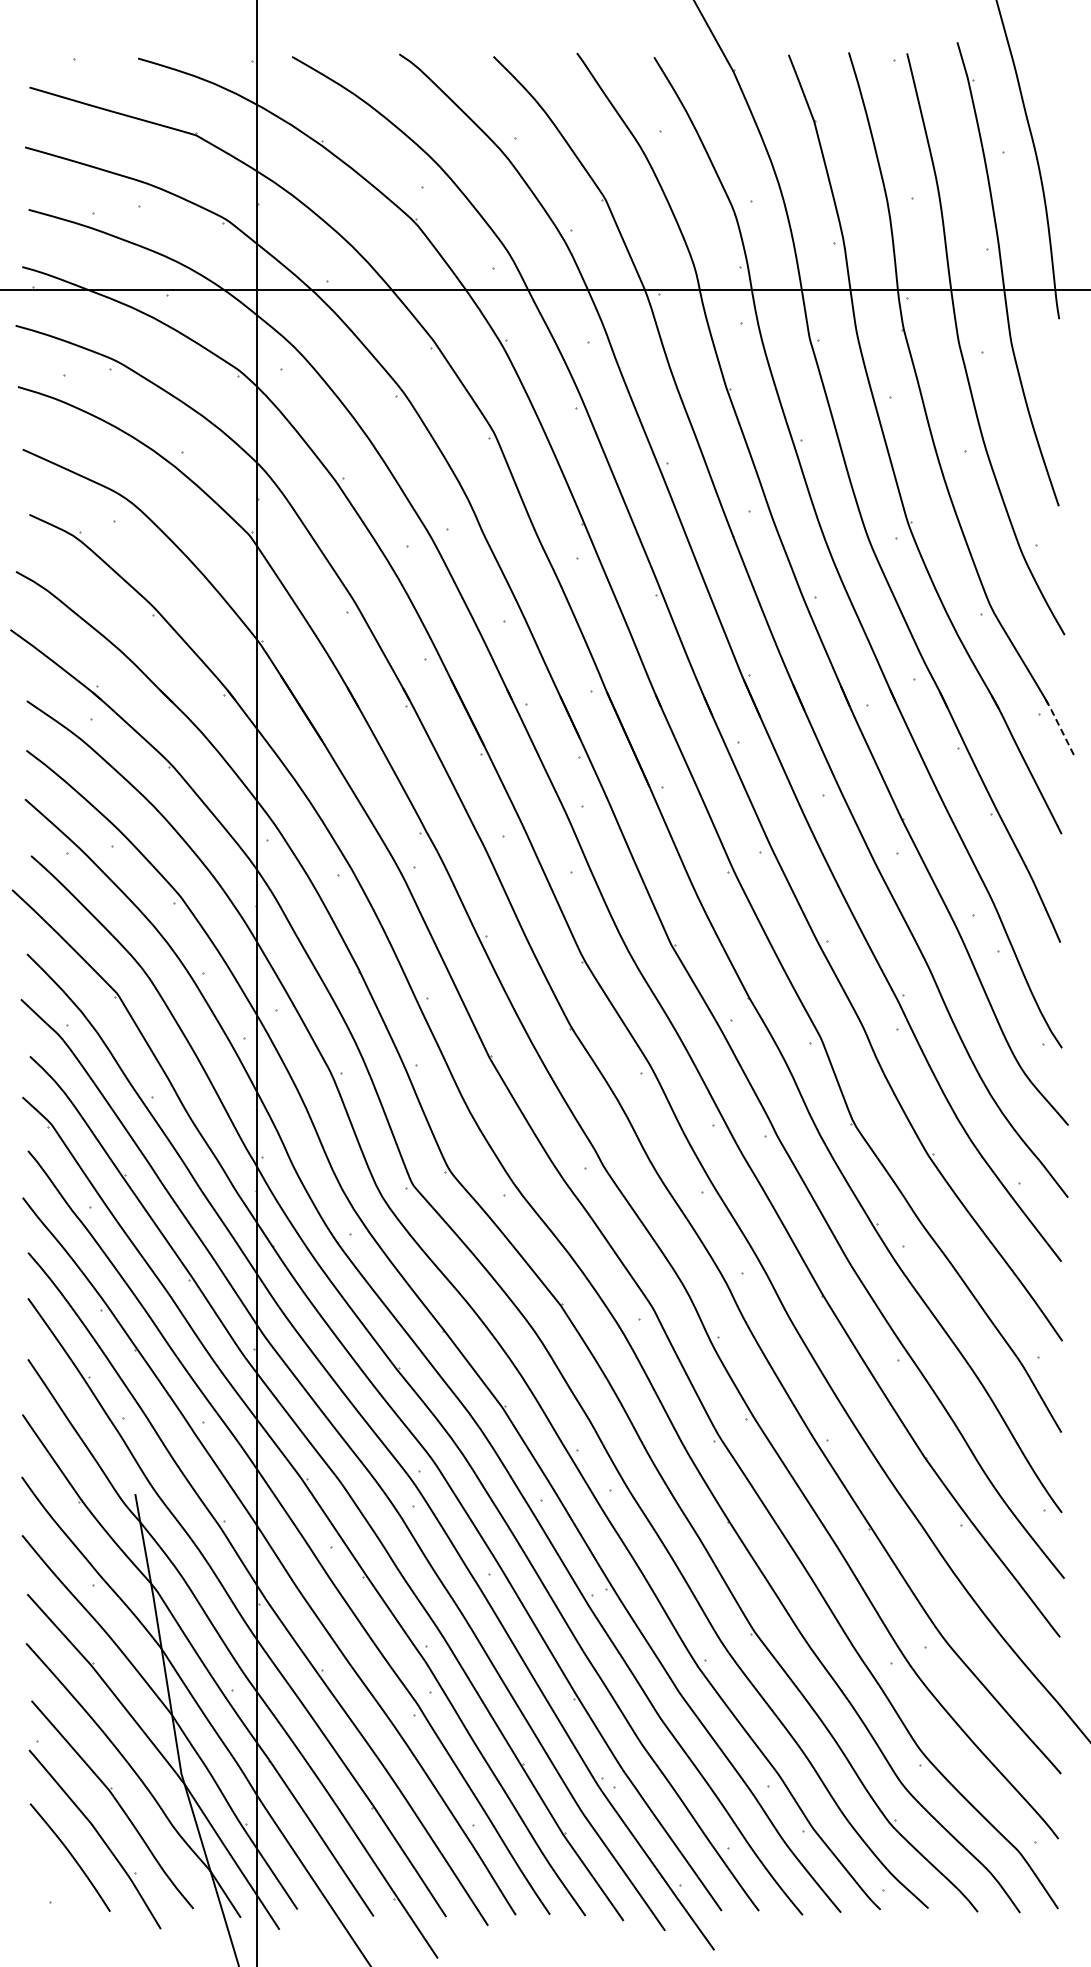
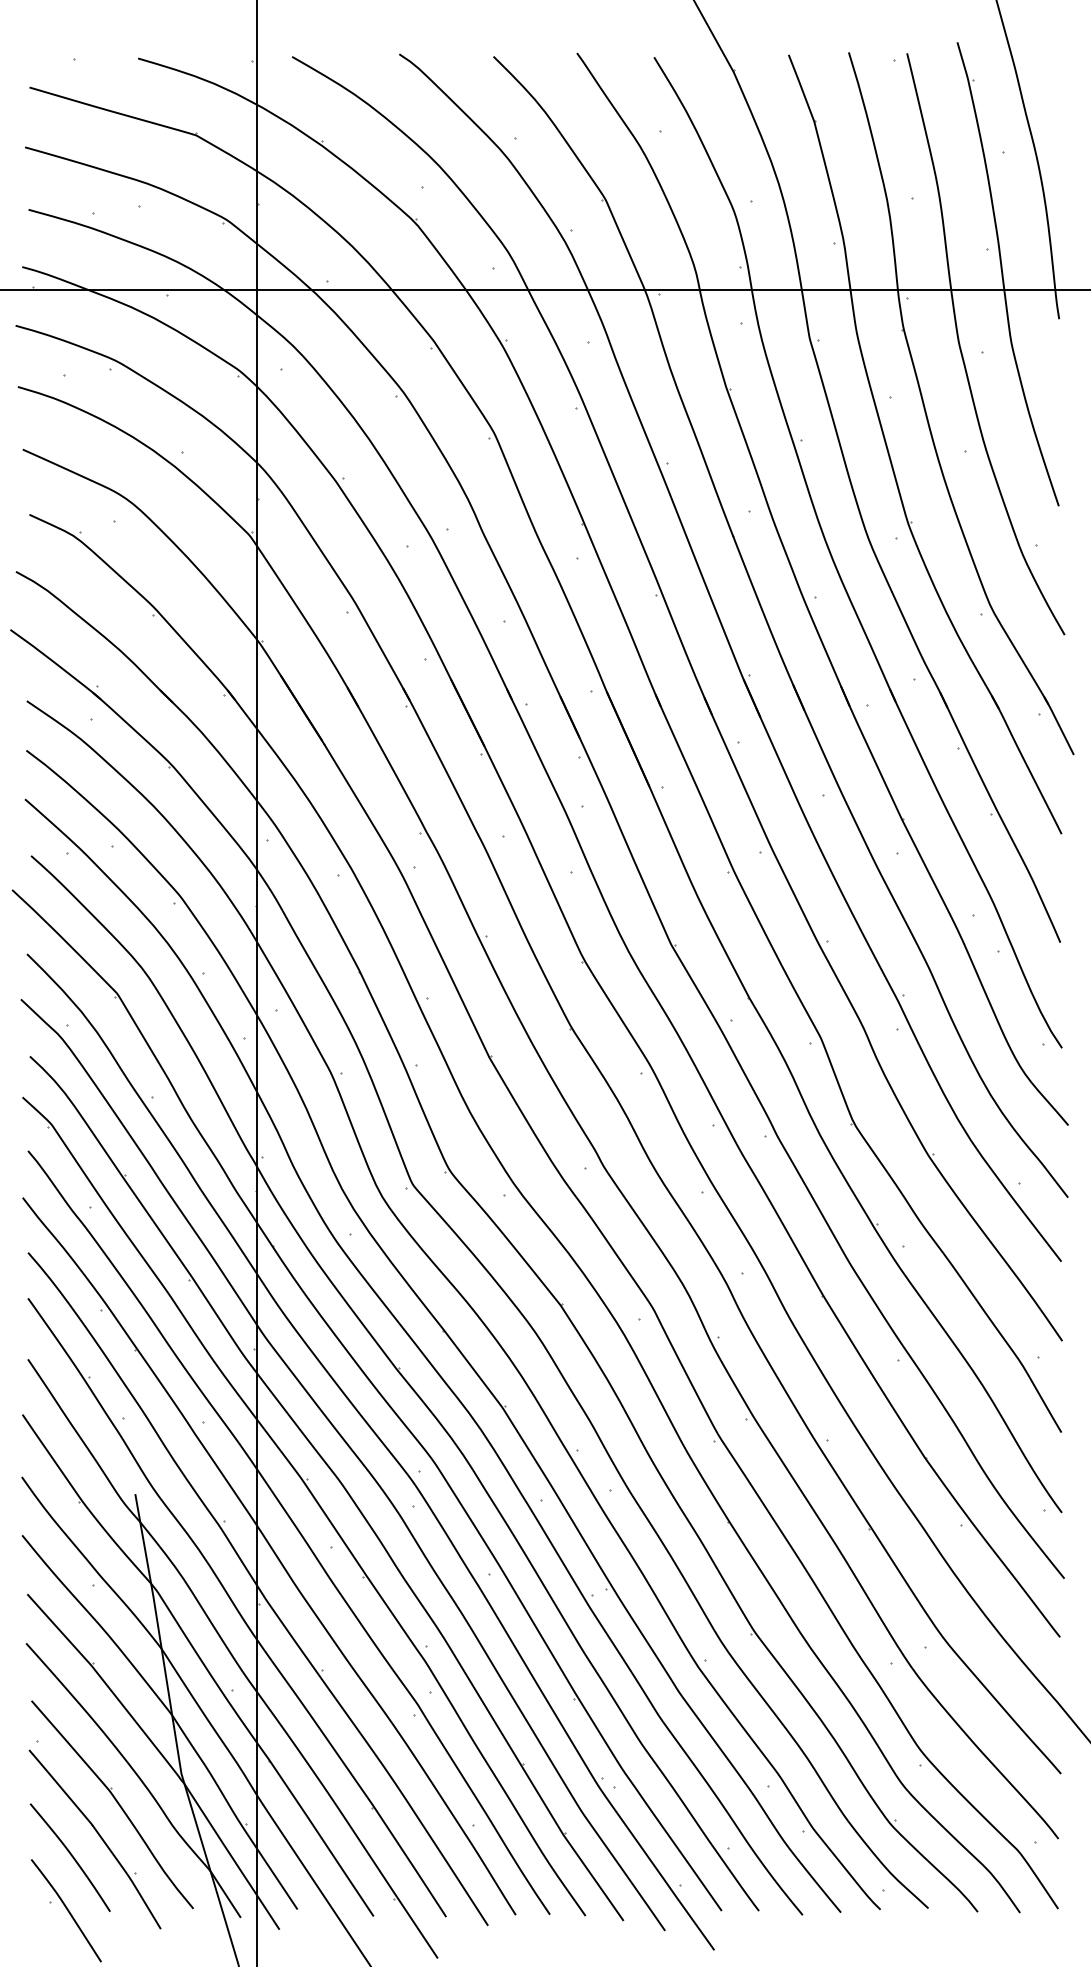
line at (1058, 724): dashed -> solid
curve at (66, 1909): none -> present
